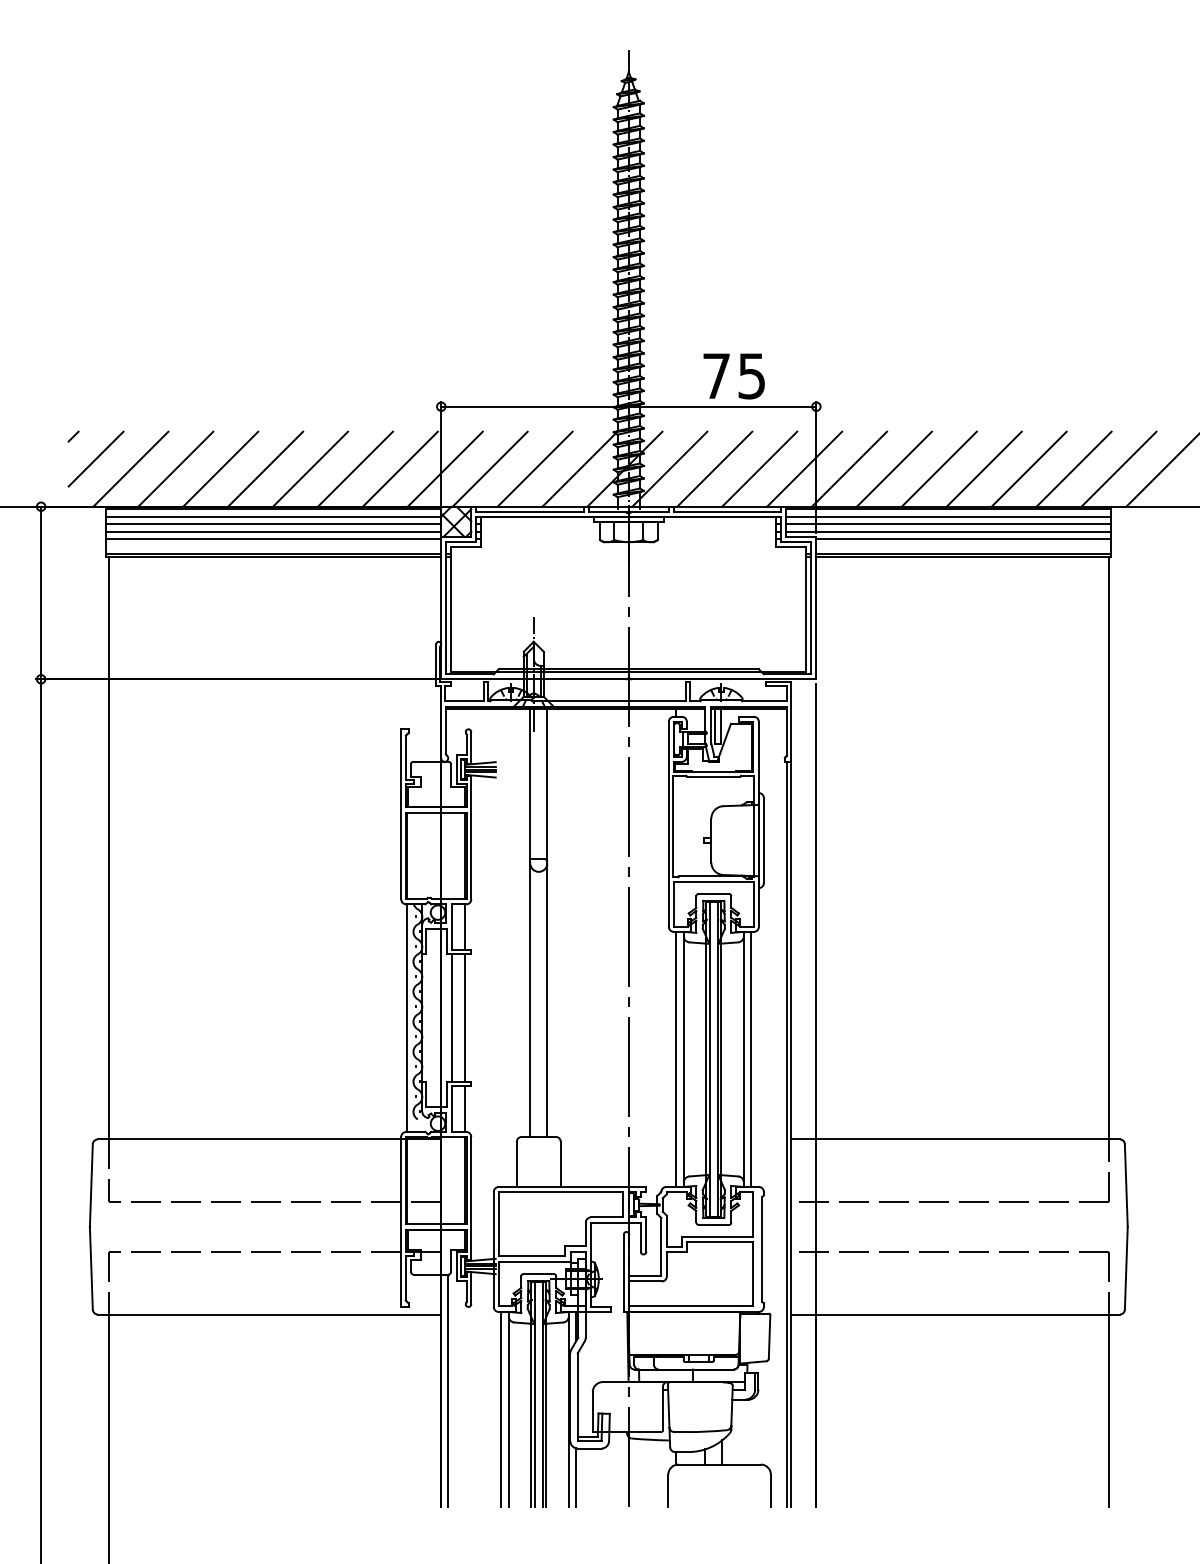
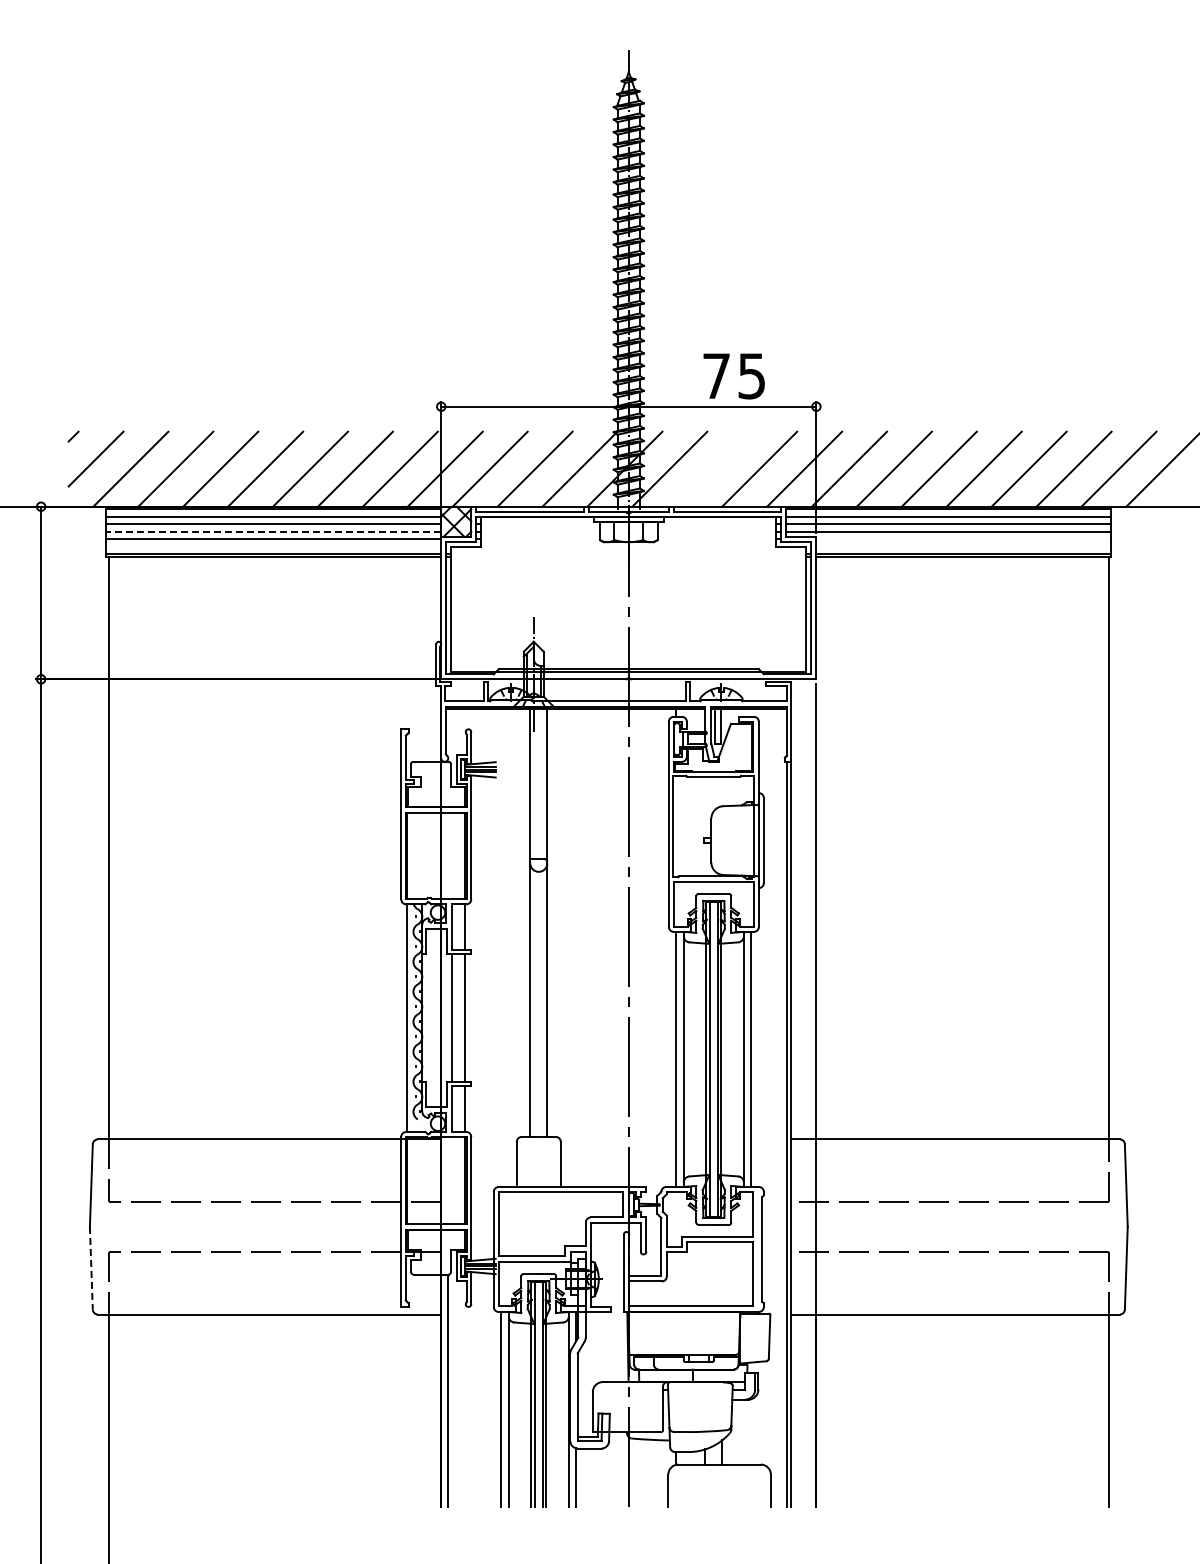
line at (714, 468): present -> none
line at (273, 531): solid -> dashed
line at (963, 539): present -> none
line at (91, 1268): solid -> dashed
